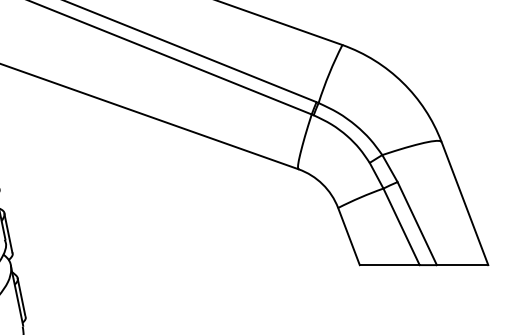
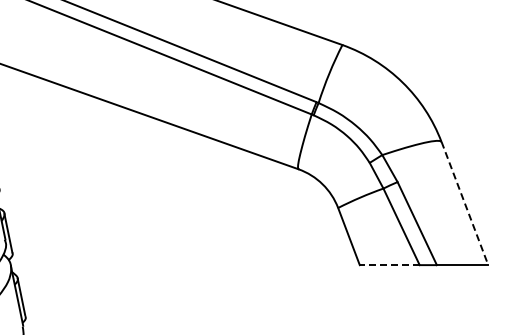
line at (464, 203): solid -> dashed
line at (389, 265): solid -> dashed
